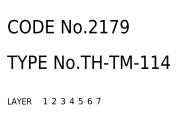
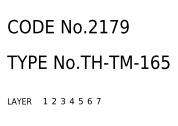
text at (160, 62): No.TH-TM-114 -> No.TH-TM-165
